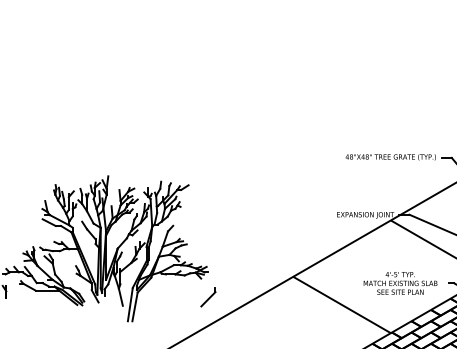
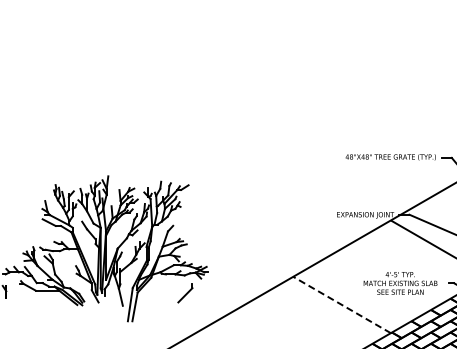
part at (208, 297) position: (208, 297) -> (185, 293)
line at (341, 304): solid -> dashed
